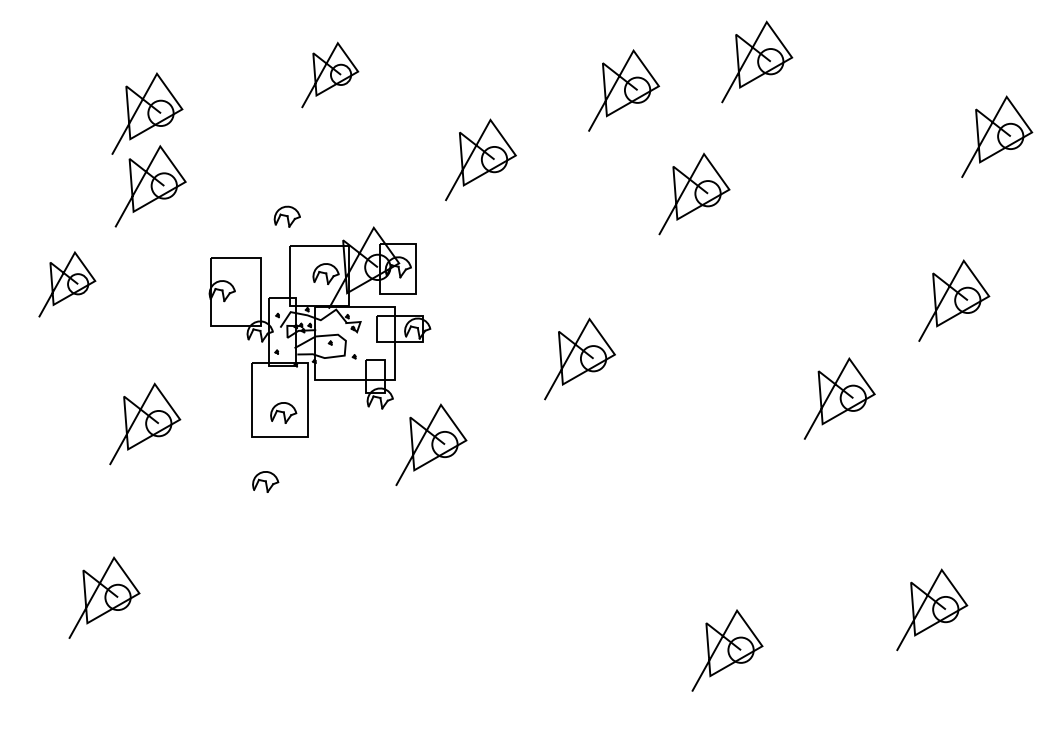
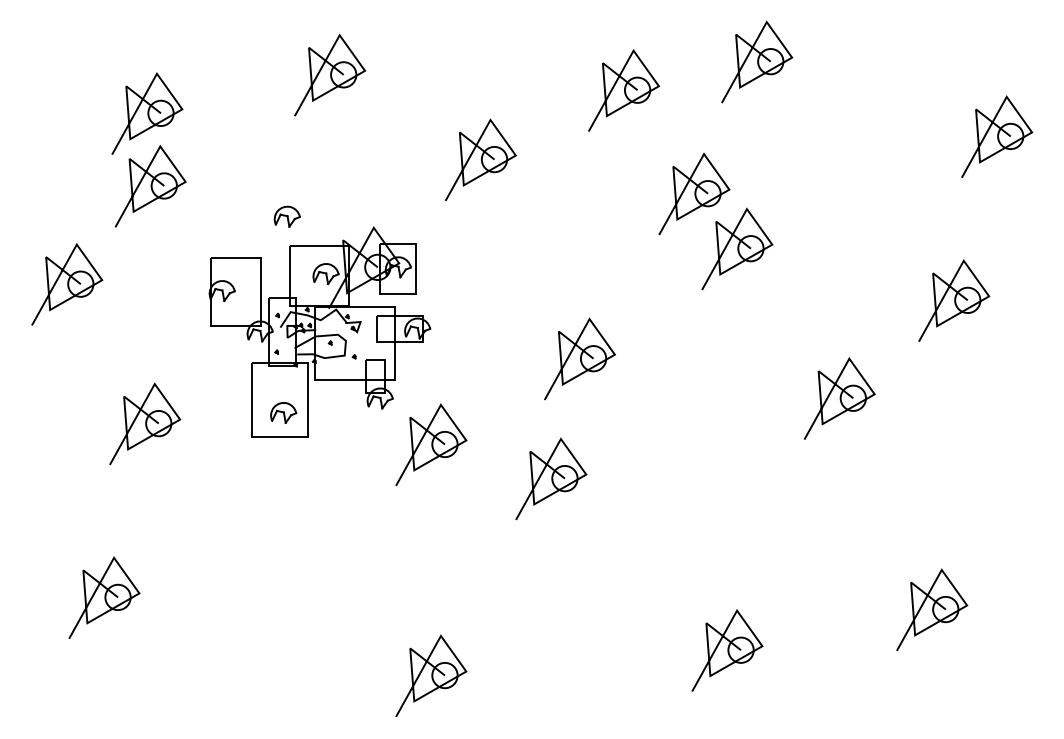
part at (330, 74) size: 59x68 px -> 73x84 px
part at (737, 248): none -> present
part at (67, 284) size: 59x67 px -> 73x83 px
part at (551, 478): none -> present
part at (265, 481): present -> none
part at (431, 675): none -> present
